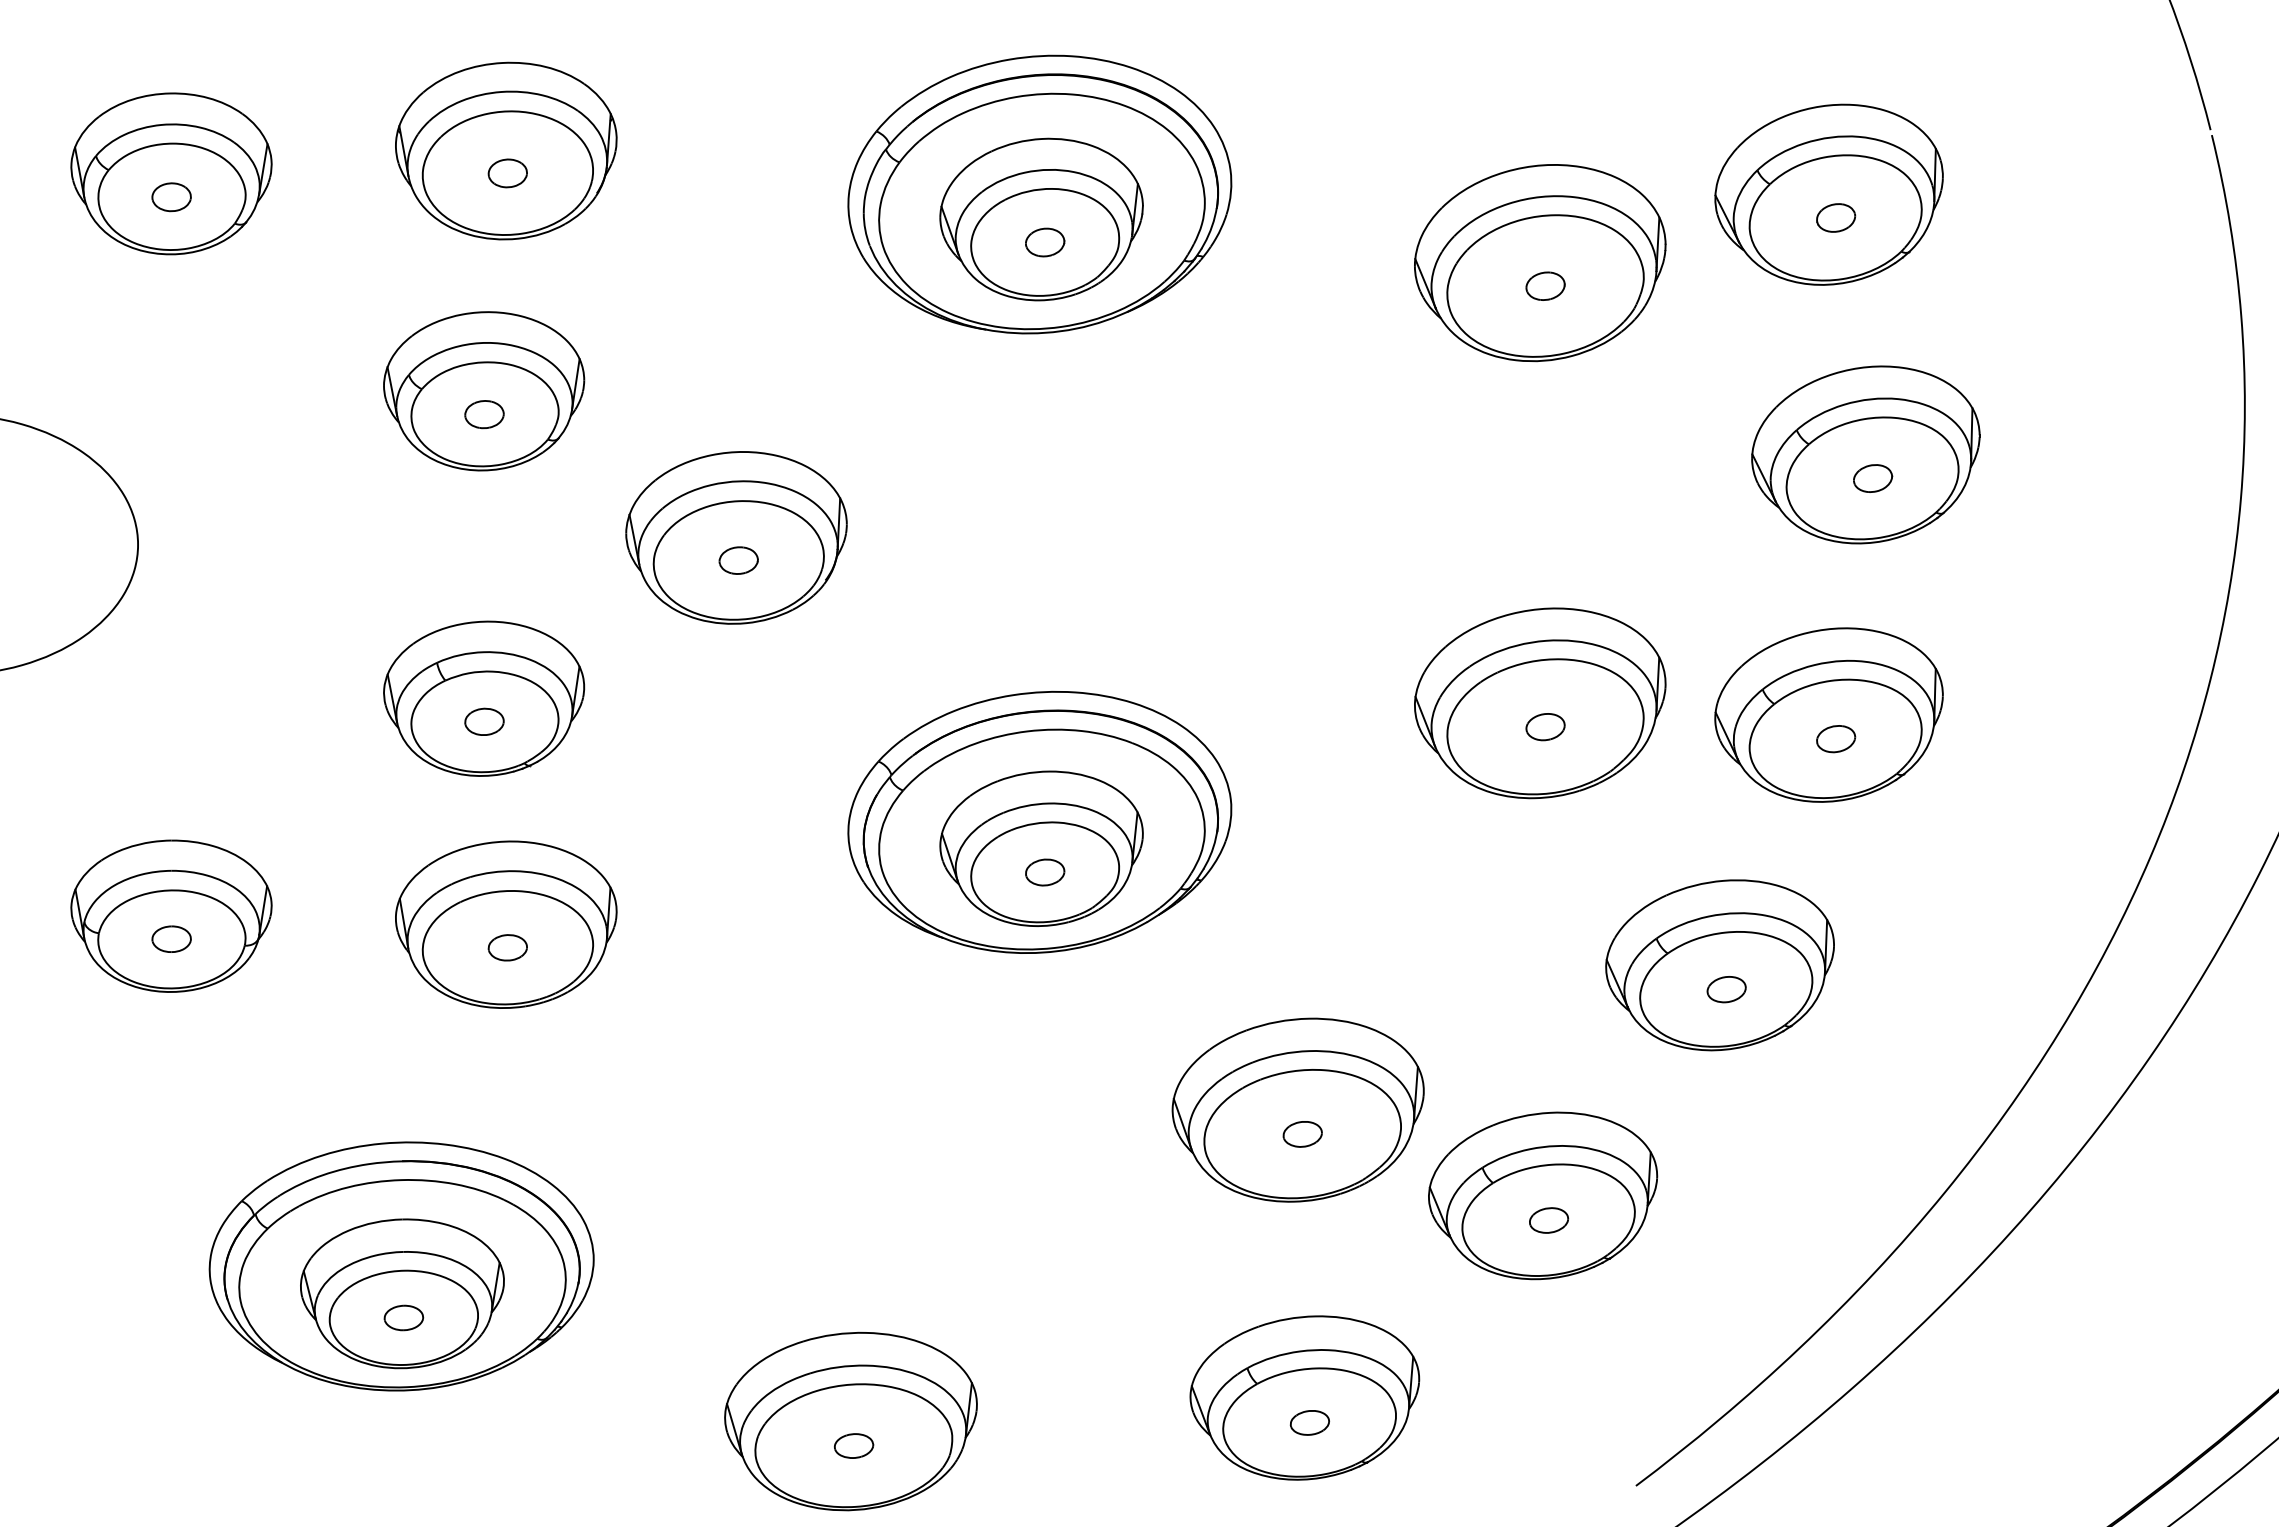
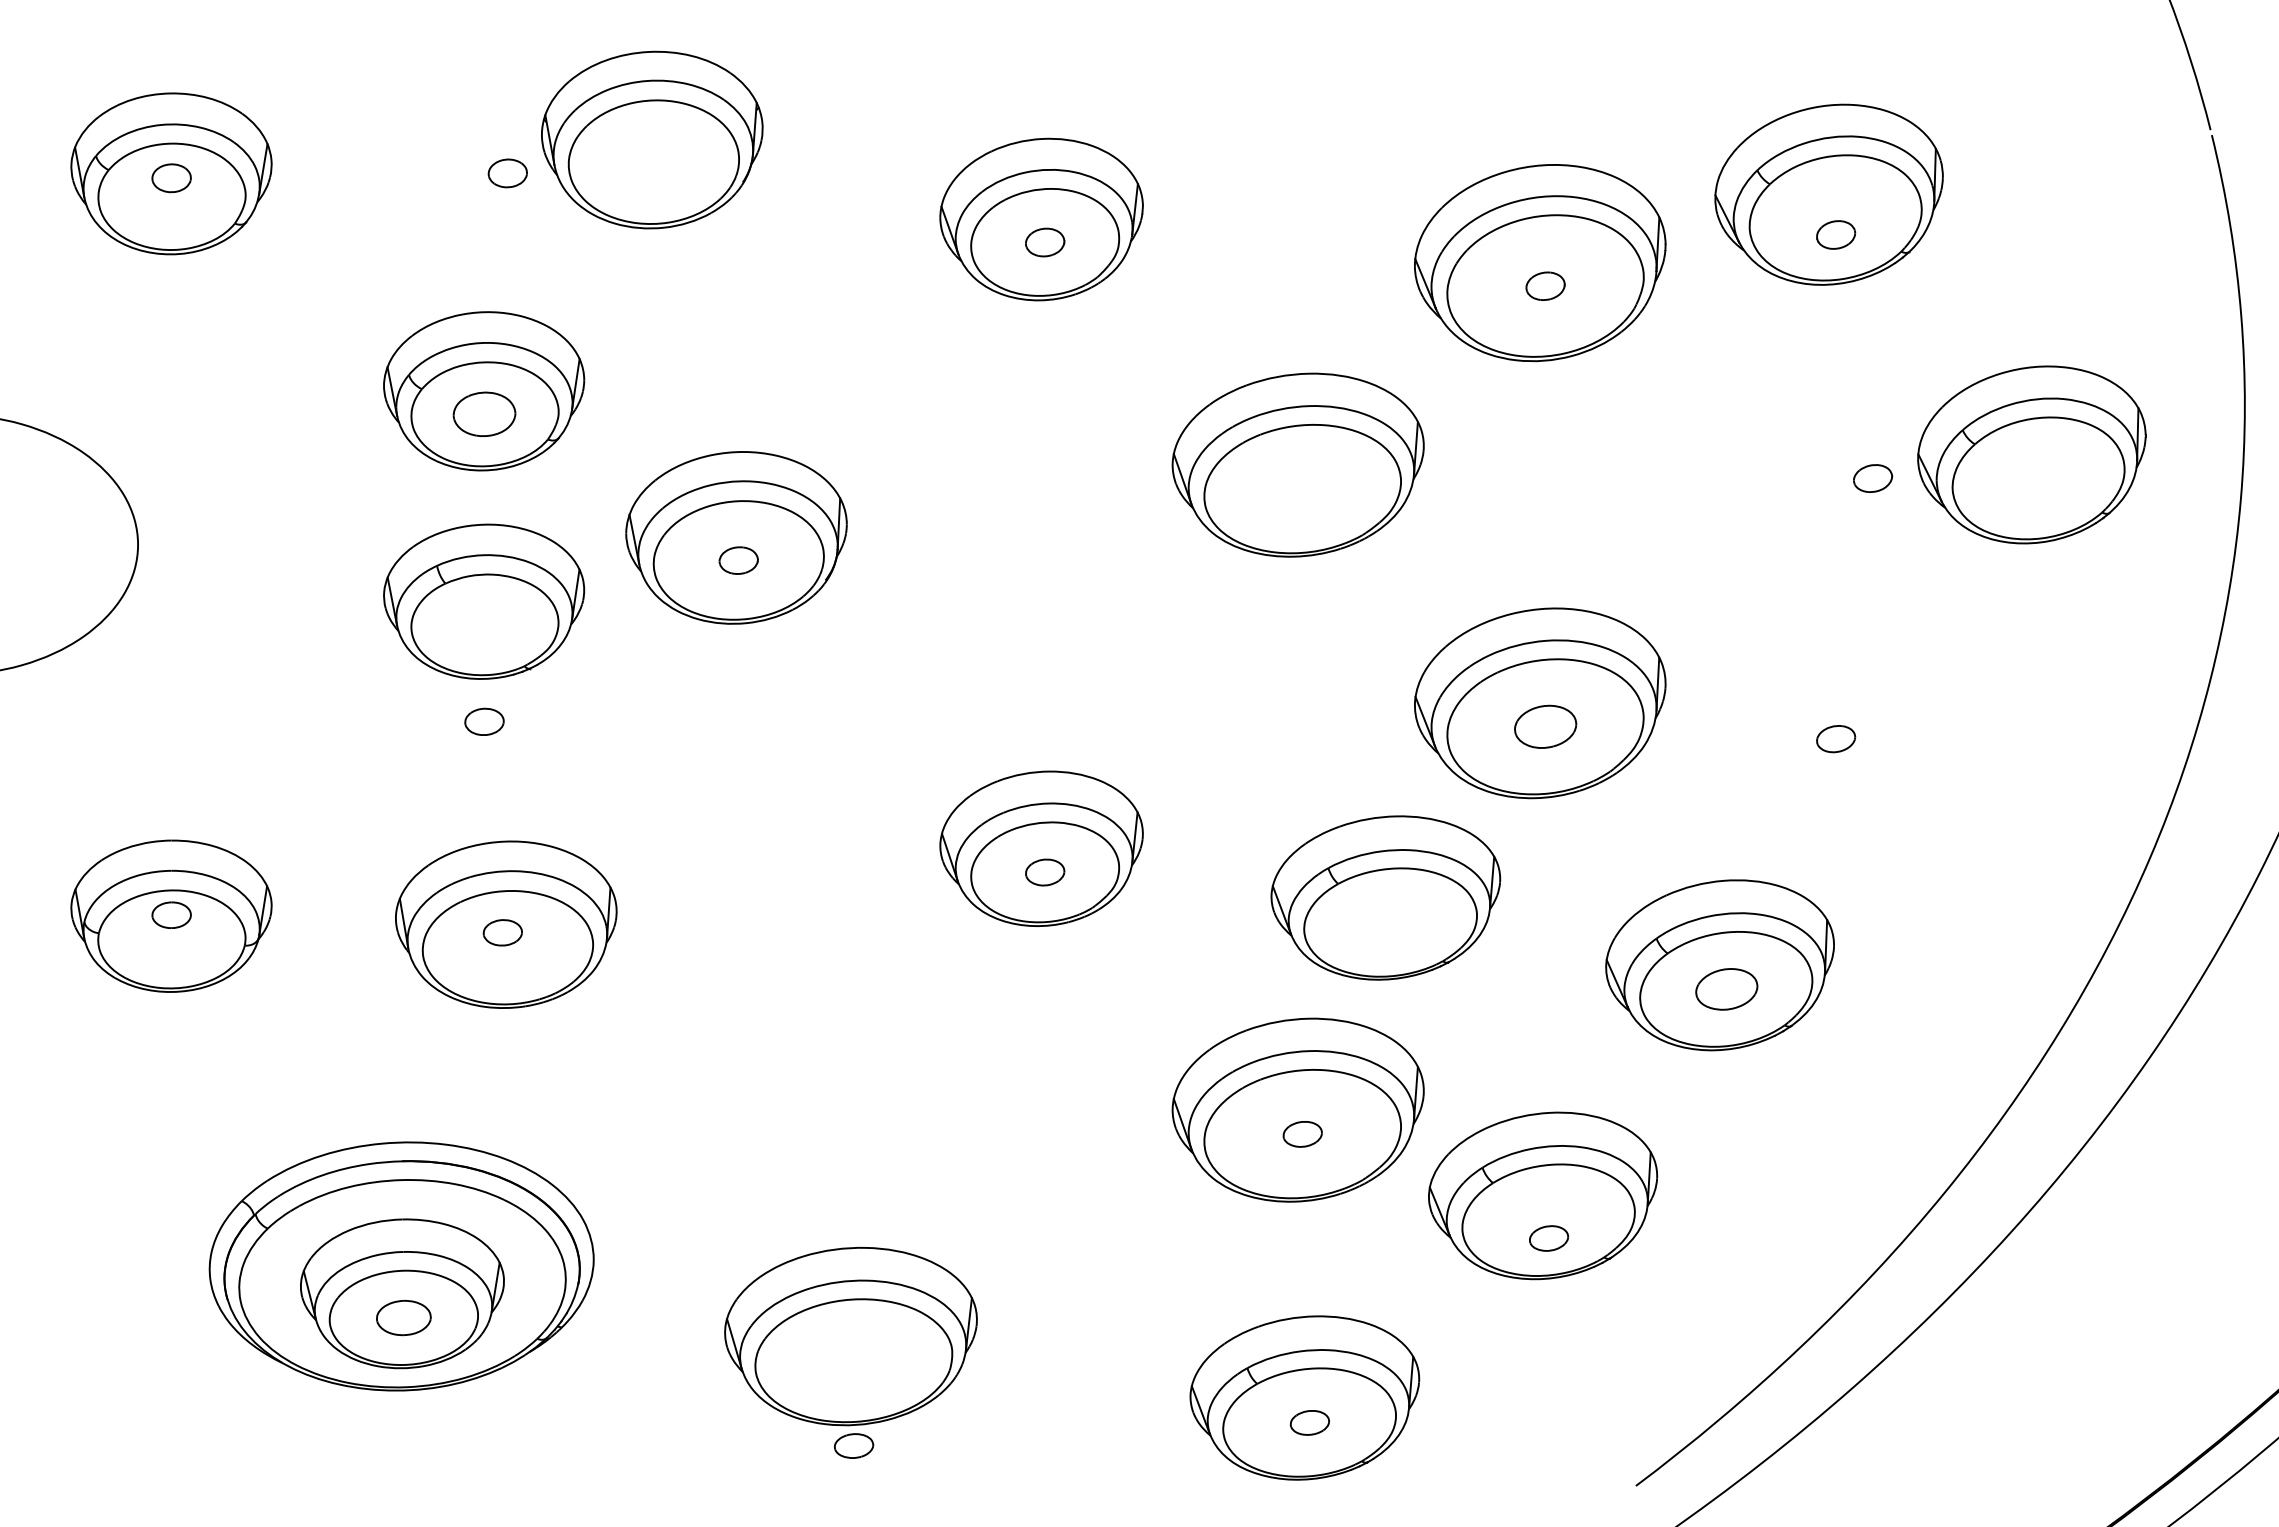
part at (506, 150) position: (506, 150) -> (652, 139)
part at (1039, 194): present -> none
part at (171, 197) position: (171, 197) -> (171, 178)
part at (1836, 217) position: (1836, 217) -> (1836, 234)
part at (484, 414) size: 41x30 px -> 65x46 px
part at (1865, 454) position: (1865, 454) -> (2031, 454)
part at (1297, 464): none -> present
part at (484, 698) position: (484, 698) -> (484, 601)
part at (1828, 714): present -> none
part at (1545, 727) size: 41x29 px -> 64x45 px
part at (1039, 822): present -> none
part at (1385, 897): none -> present
part at (171, 938) position: (171, 938) -> (171, 914)
part at (507, 947) position: (507, 947) -> (502, 932)
part at (1726, 989) size: 41x28 px -> 64x43 px
part at (1549, 1220) position: (1549, 1220) -> (1549, 1238)
part at (403, 1317) size: 42x28 px -> 56x37 px
part at (850, 1421) position: (850, 1421) -> (850, 1336)
